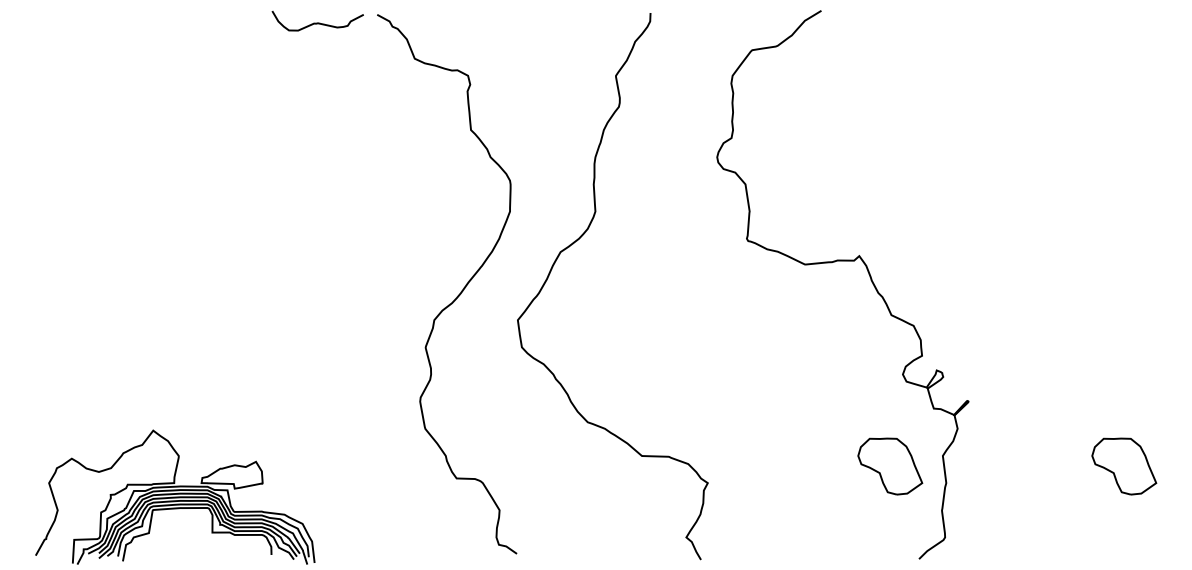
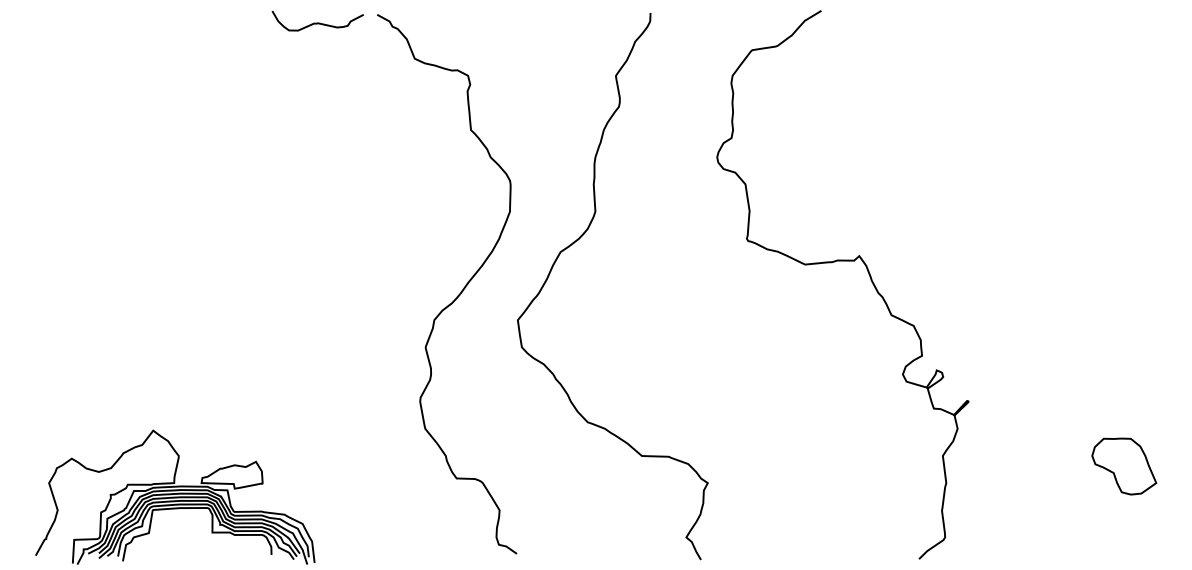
part at (890, 466): present -> none
